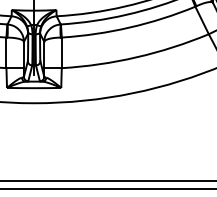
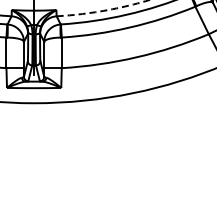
arc at (104, 10): solid -> dashed
line at (107, 181): present -> none
line at (107, 189): present -> none
